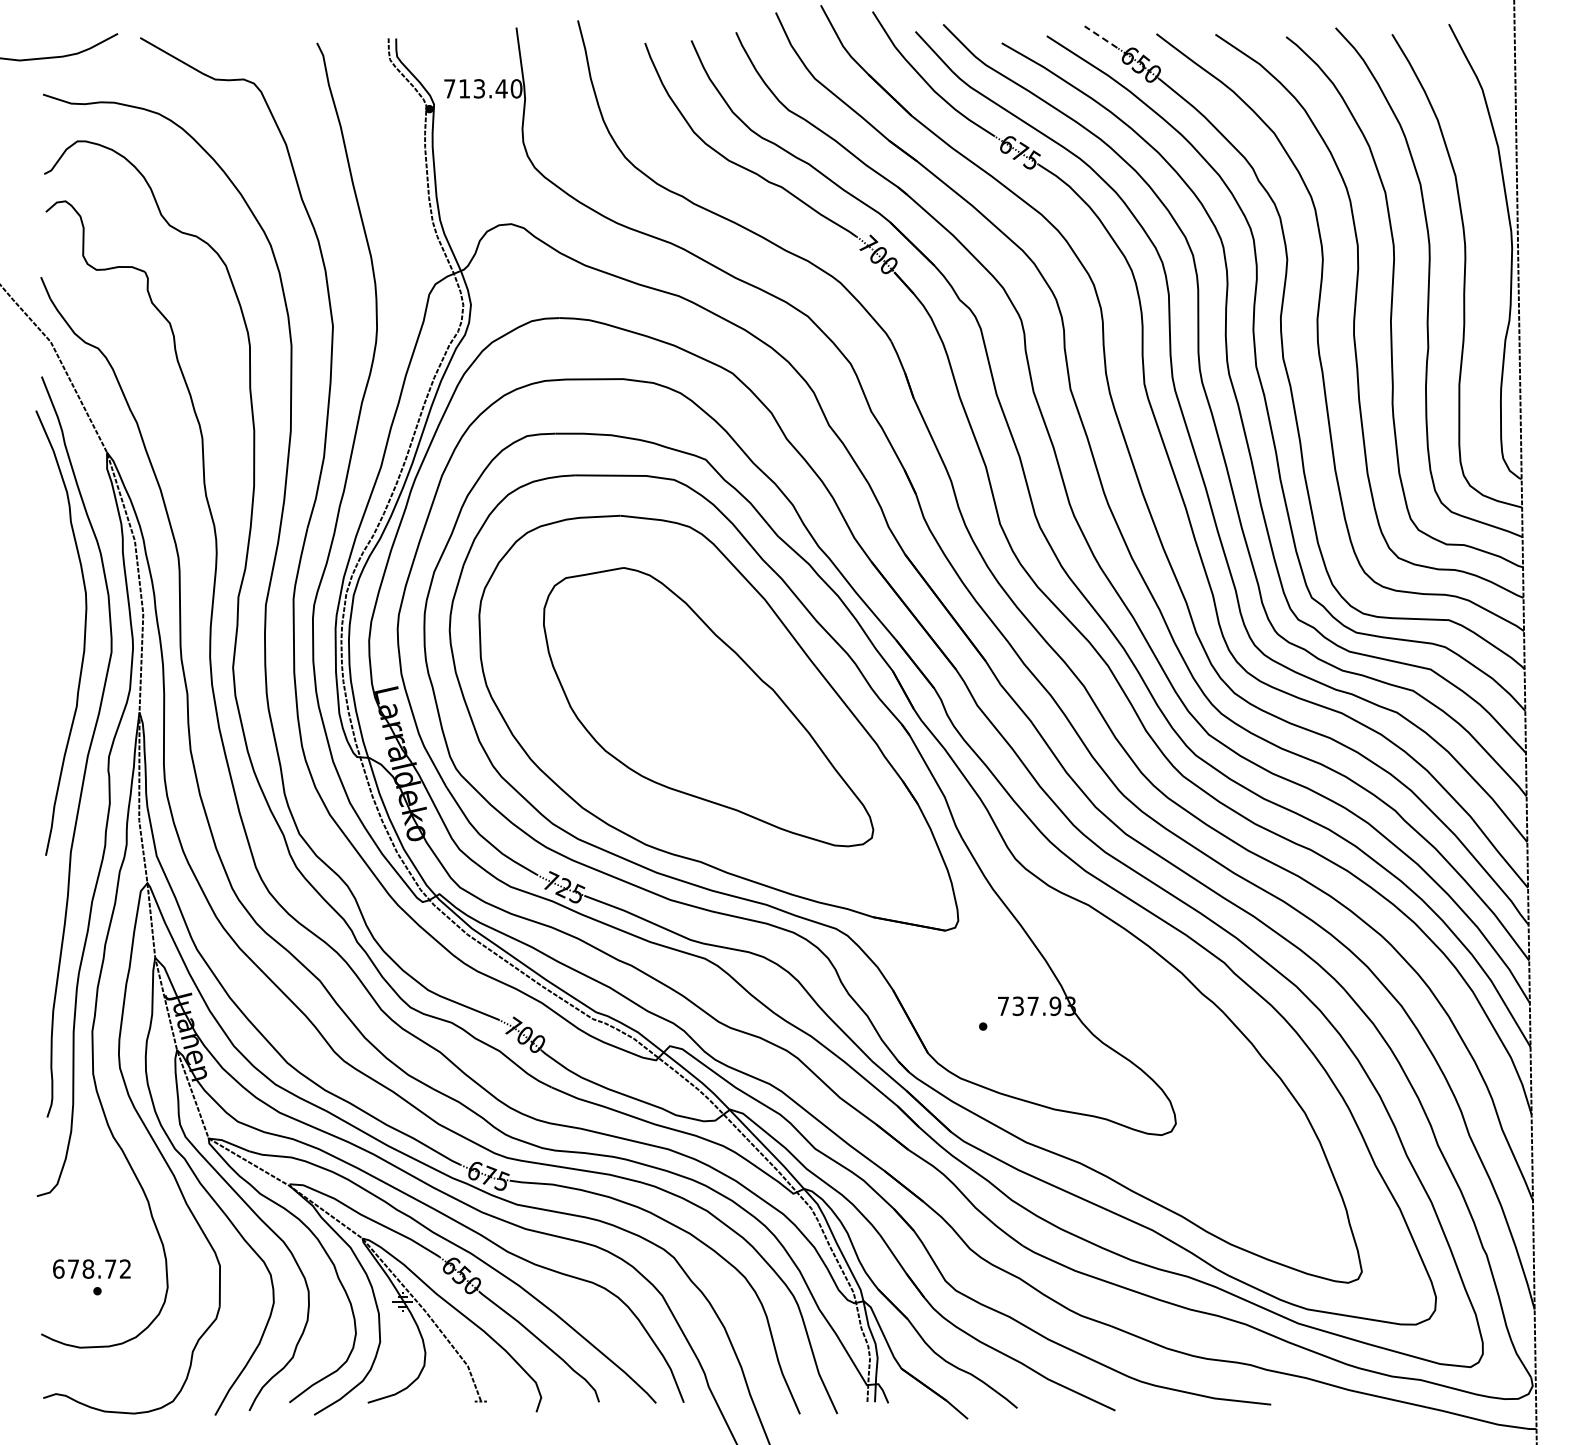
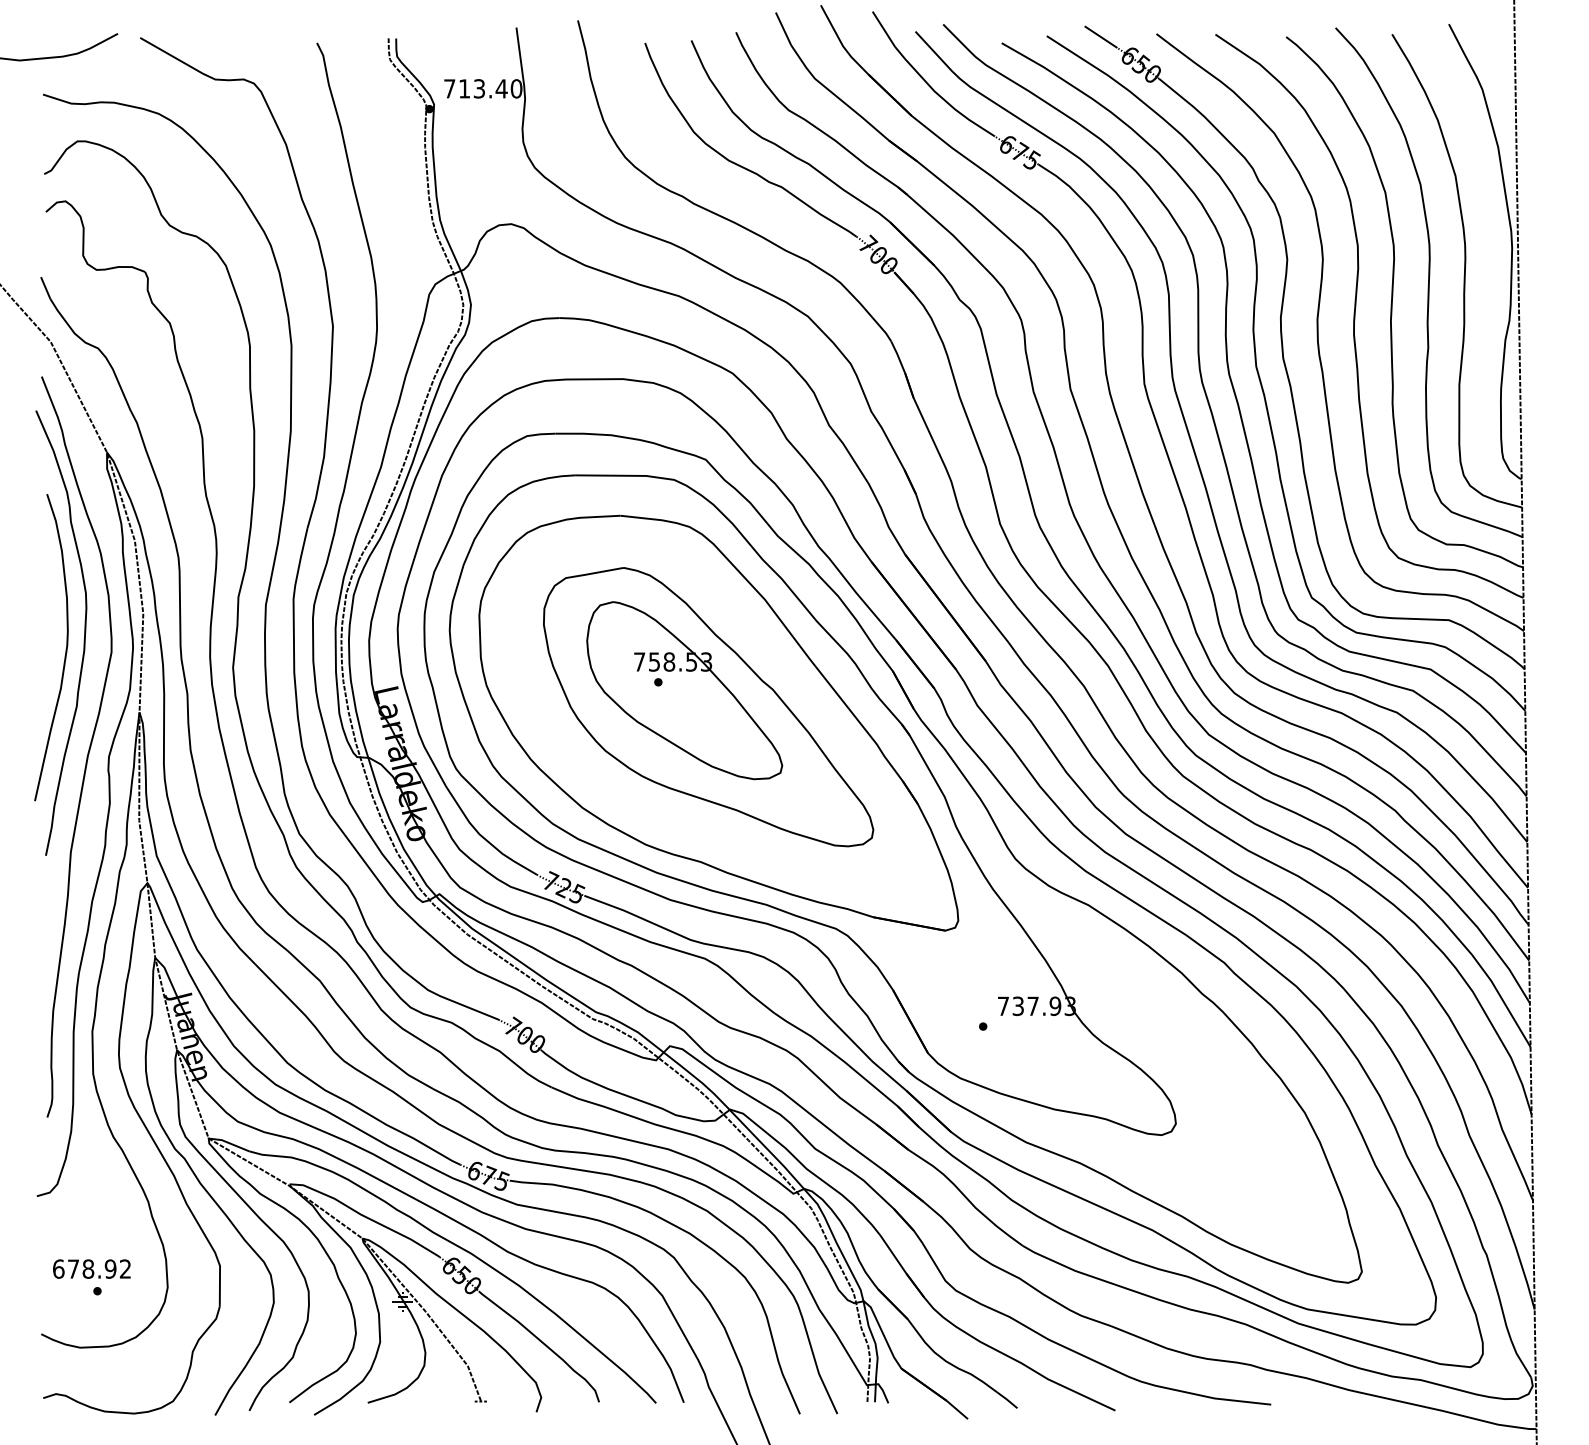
line at (1101, 37): dashed -> solid
curve at (65, 649): none -> present
part at (684, 690): none -> present
text at (110, 1268): 678.72 -> 678.92
